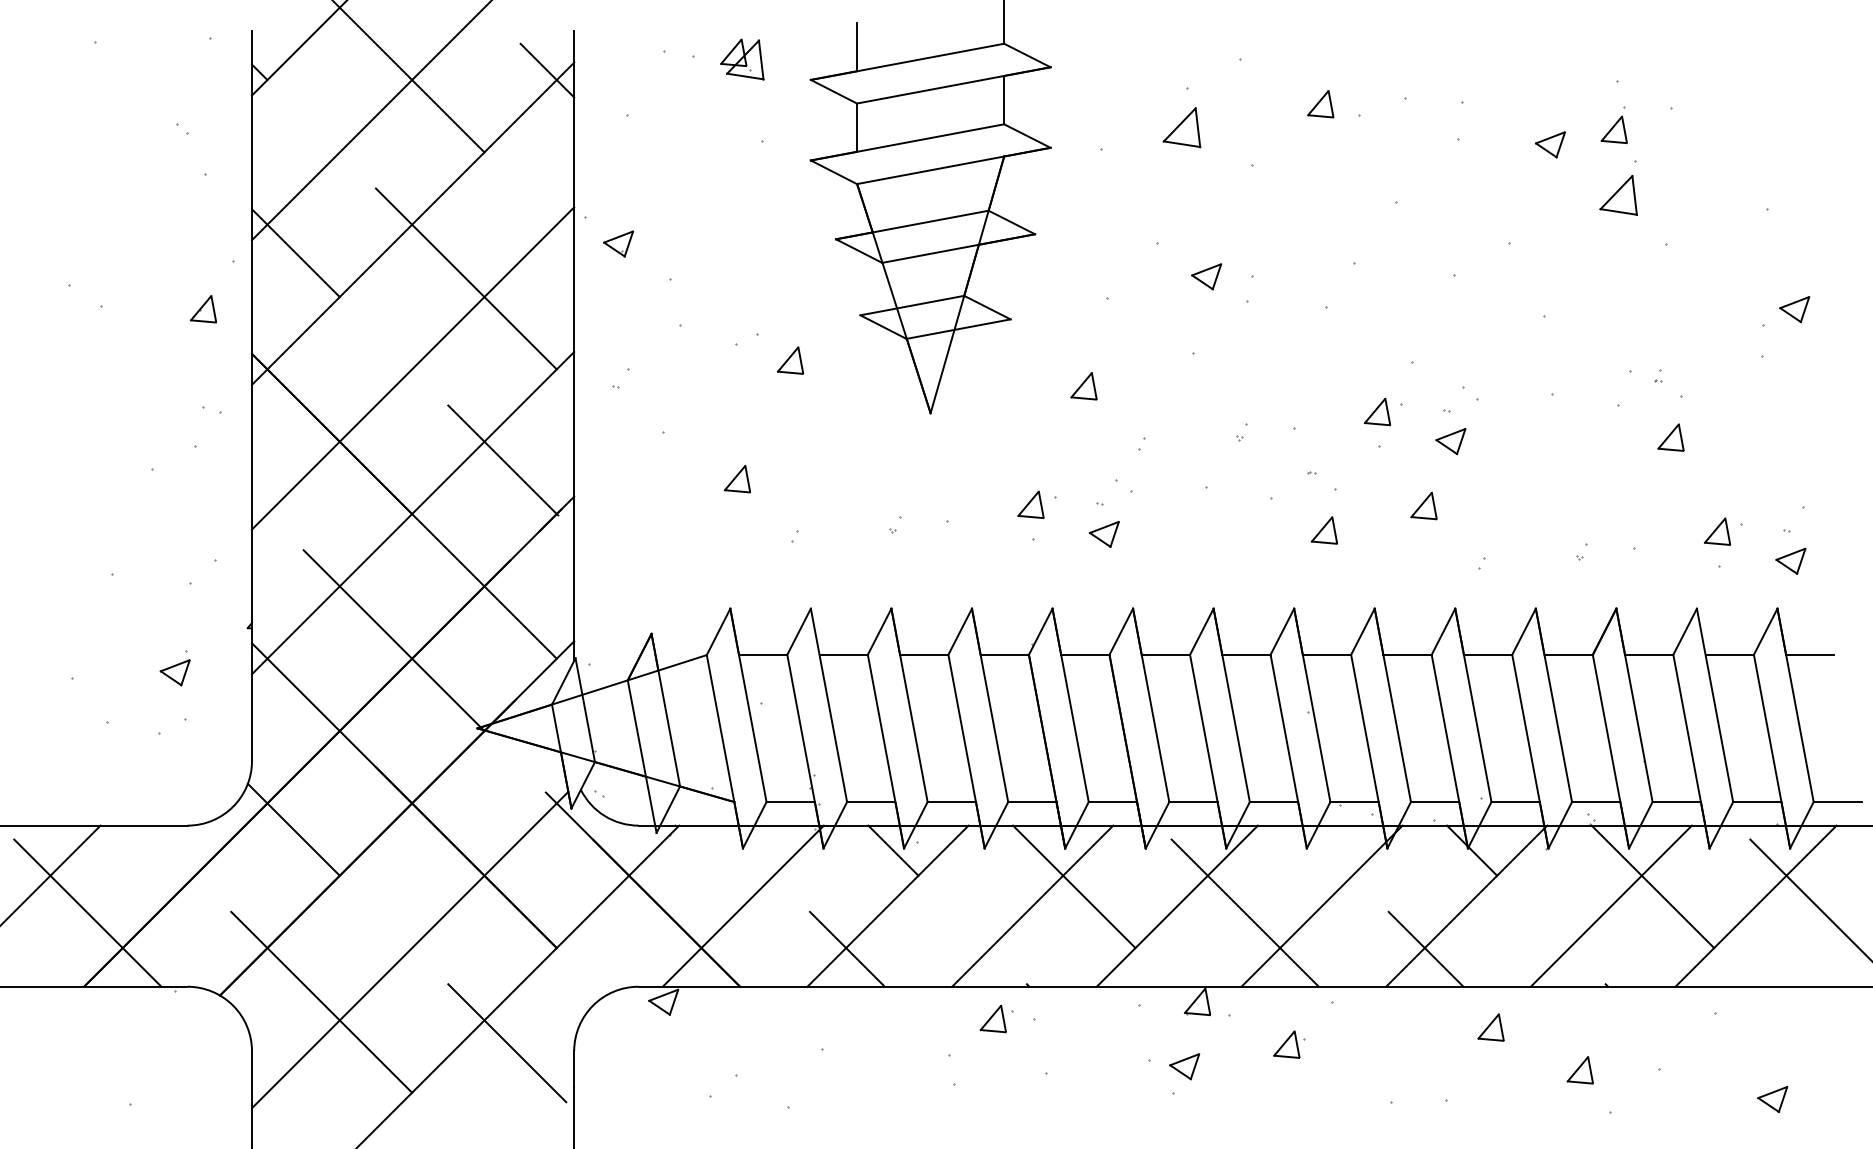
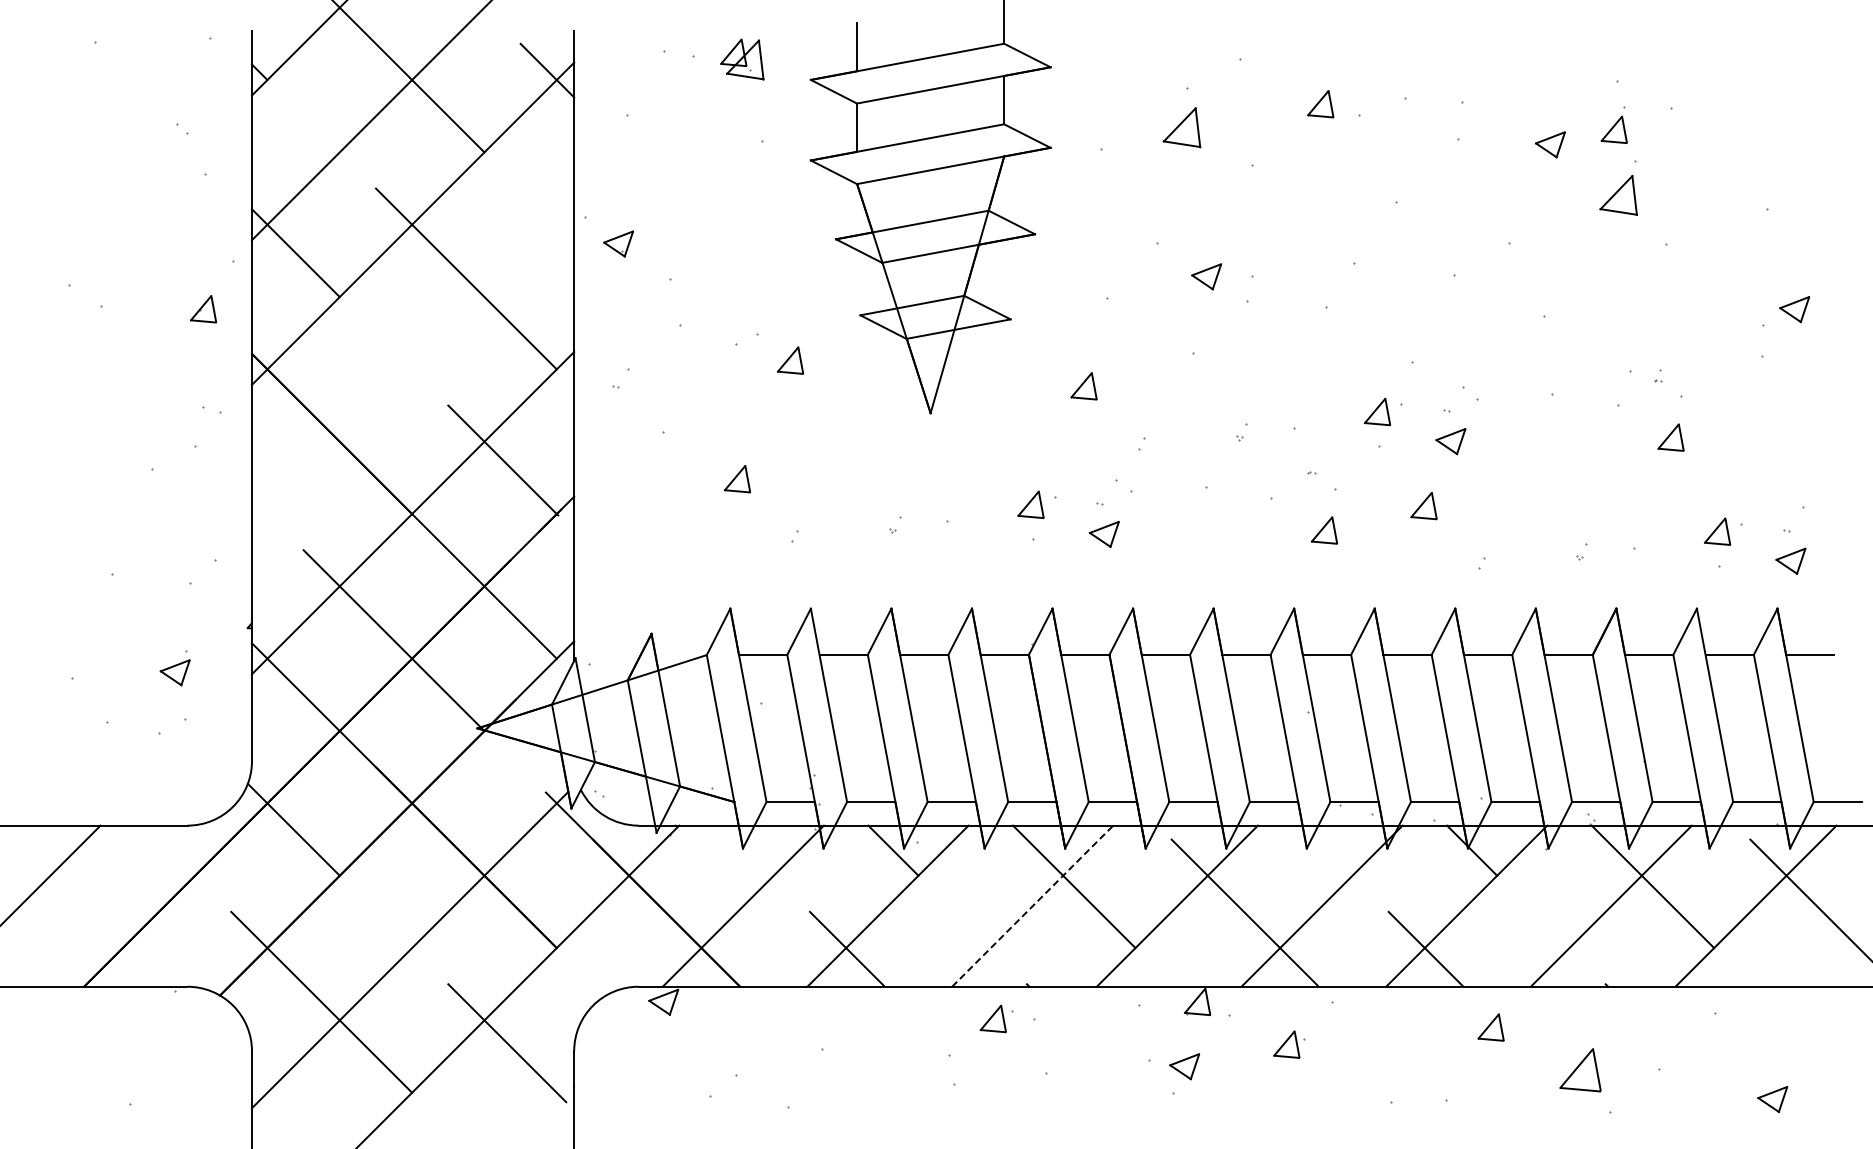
line at (412, 368): present -> none
line at (1032, 906): solid -> dashed
line at (87, 912): present -> none
part at (1579, 1070) size: 28x29 px -> 43x45 px
